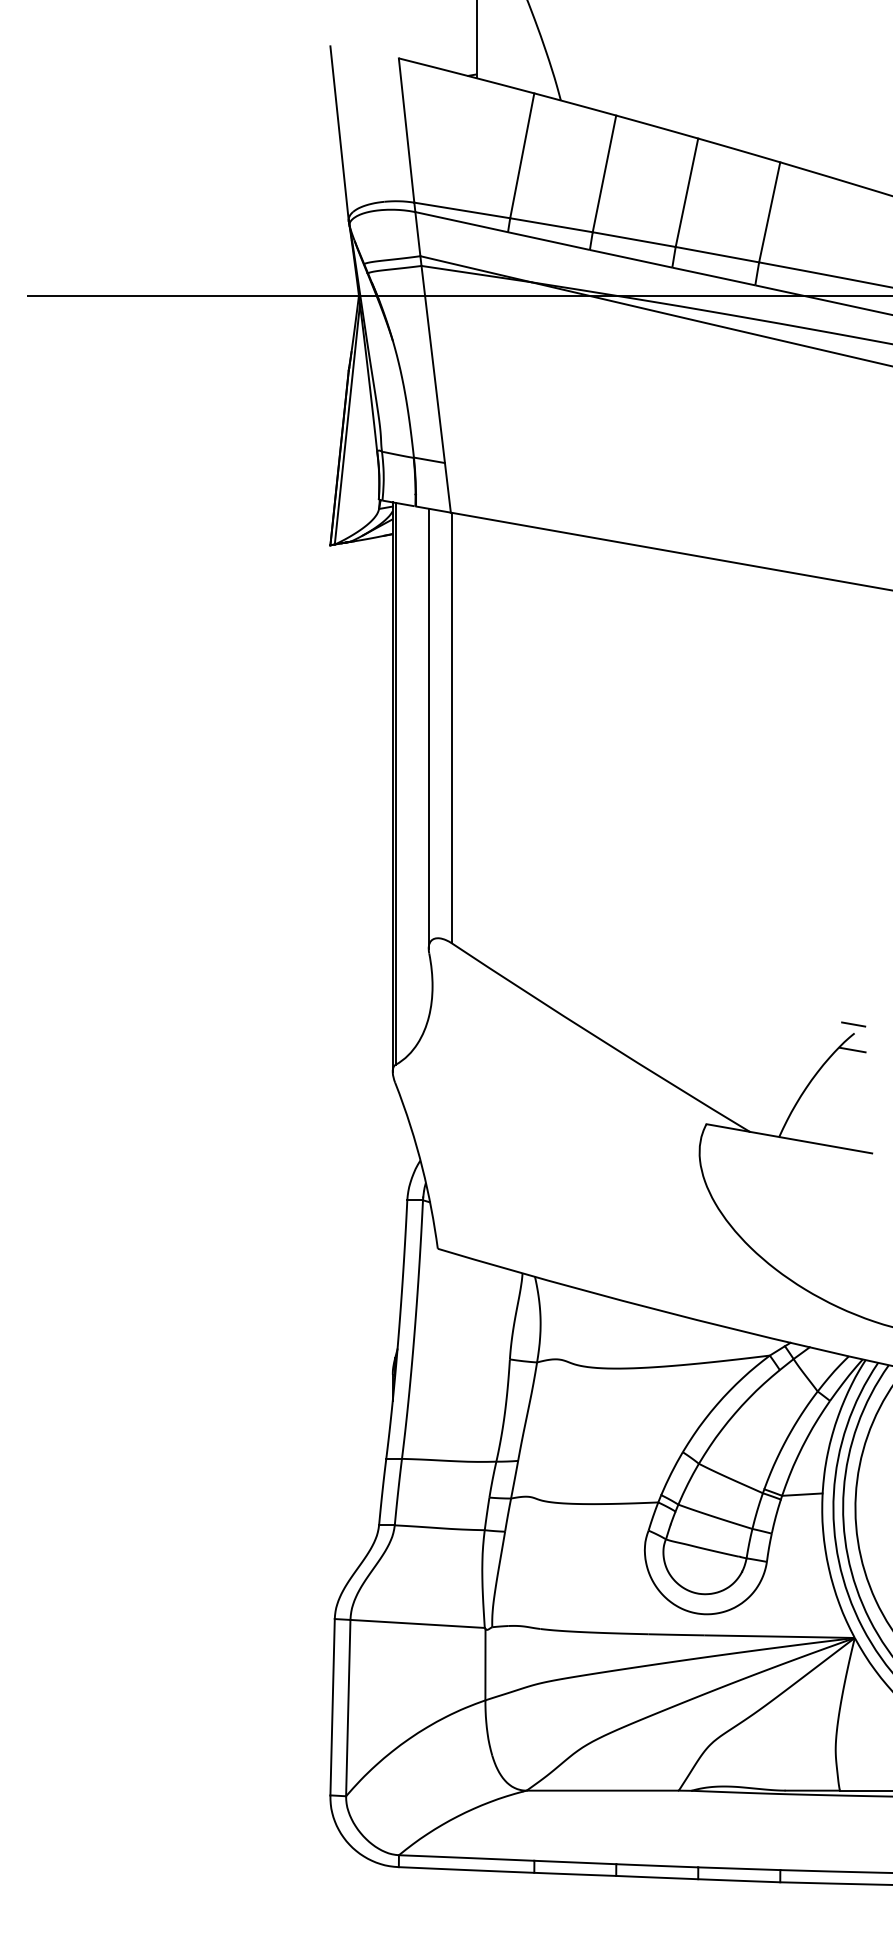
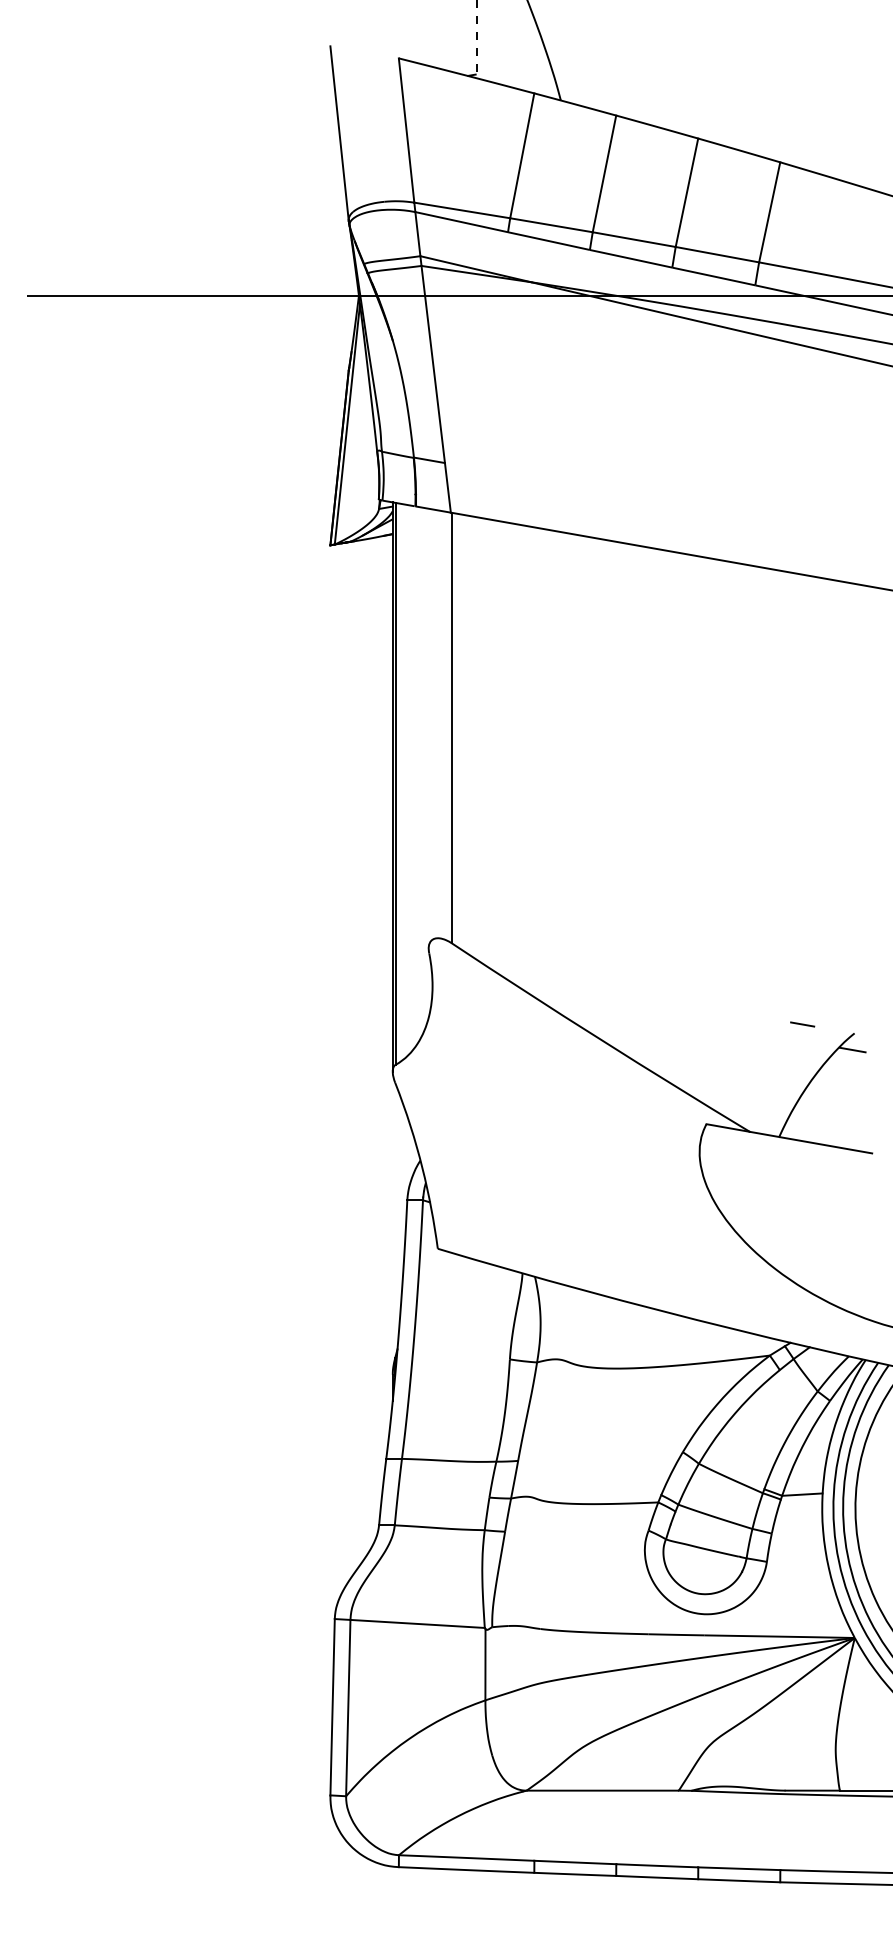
line at (476, 39): solid -> dashed
line at (428, 728): present -> none
line at (853, 1024) position: (853, 1024) -> (802, 1024)
